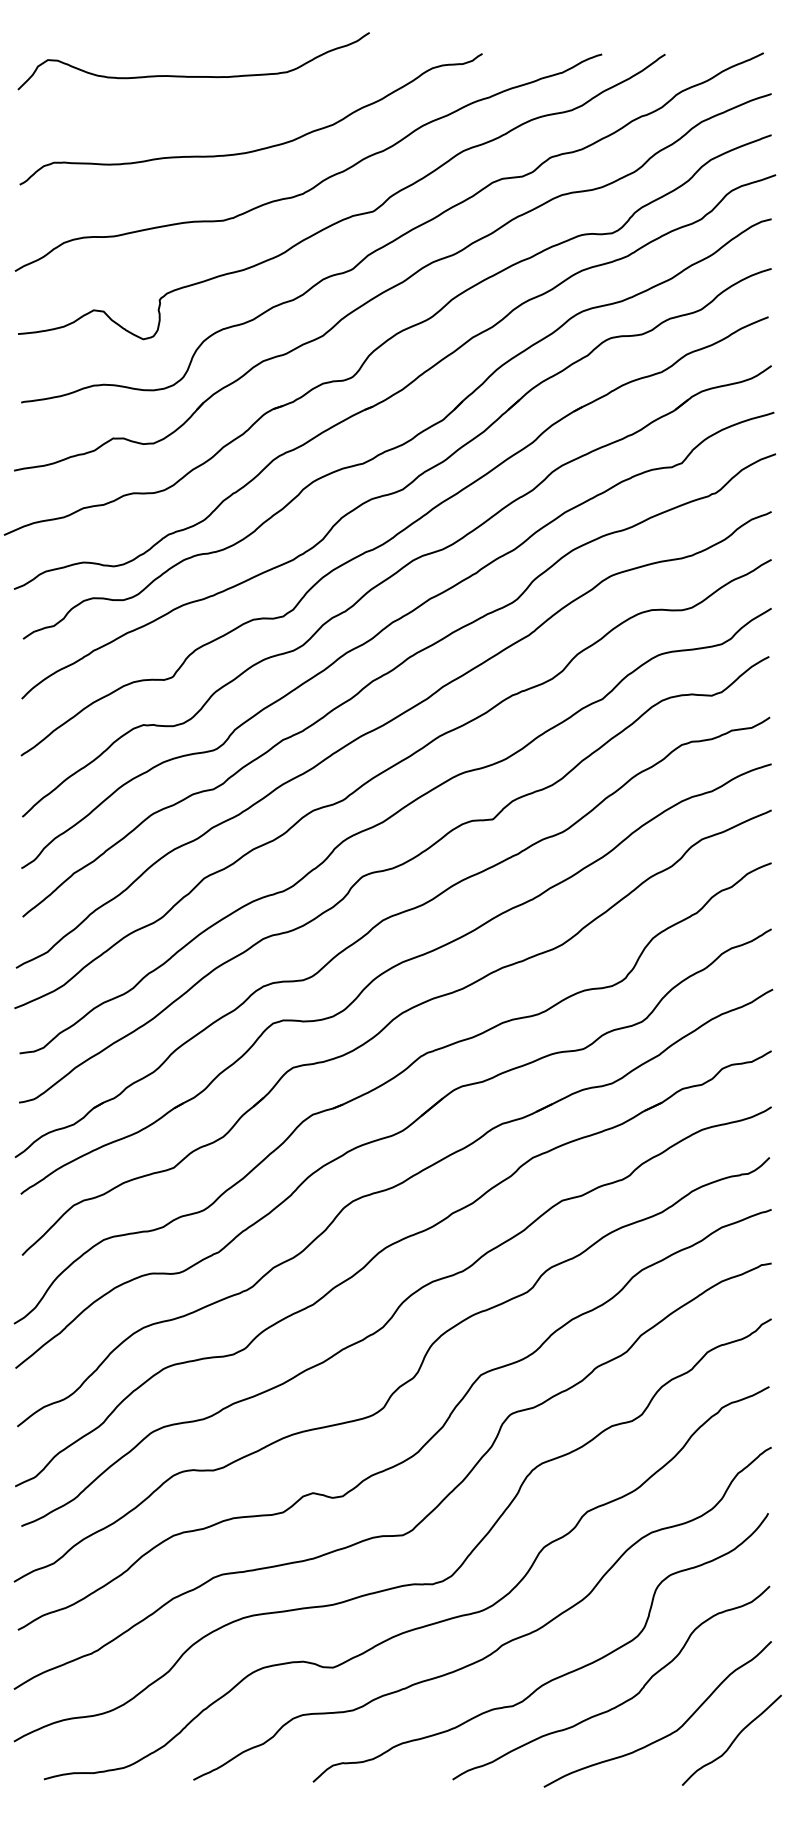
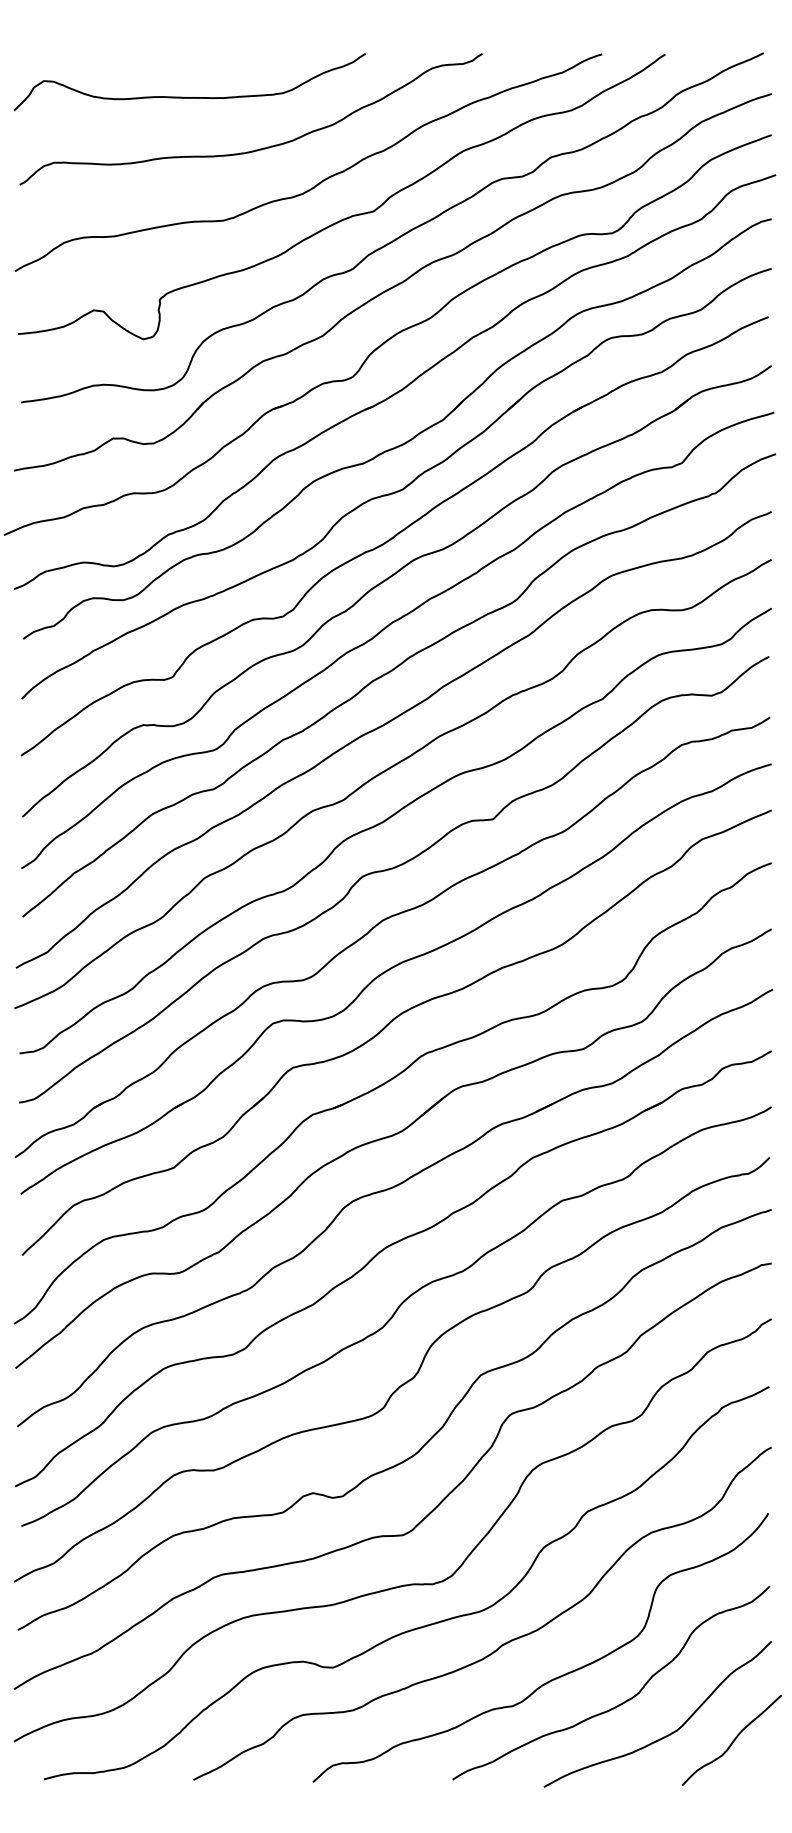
curve at (193, 76) position: (193, 76) -> (189, 97)
